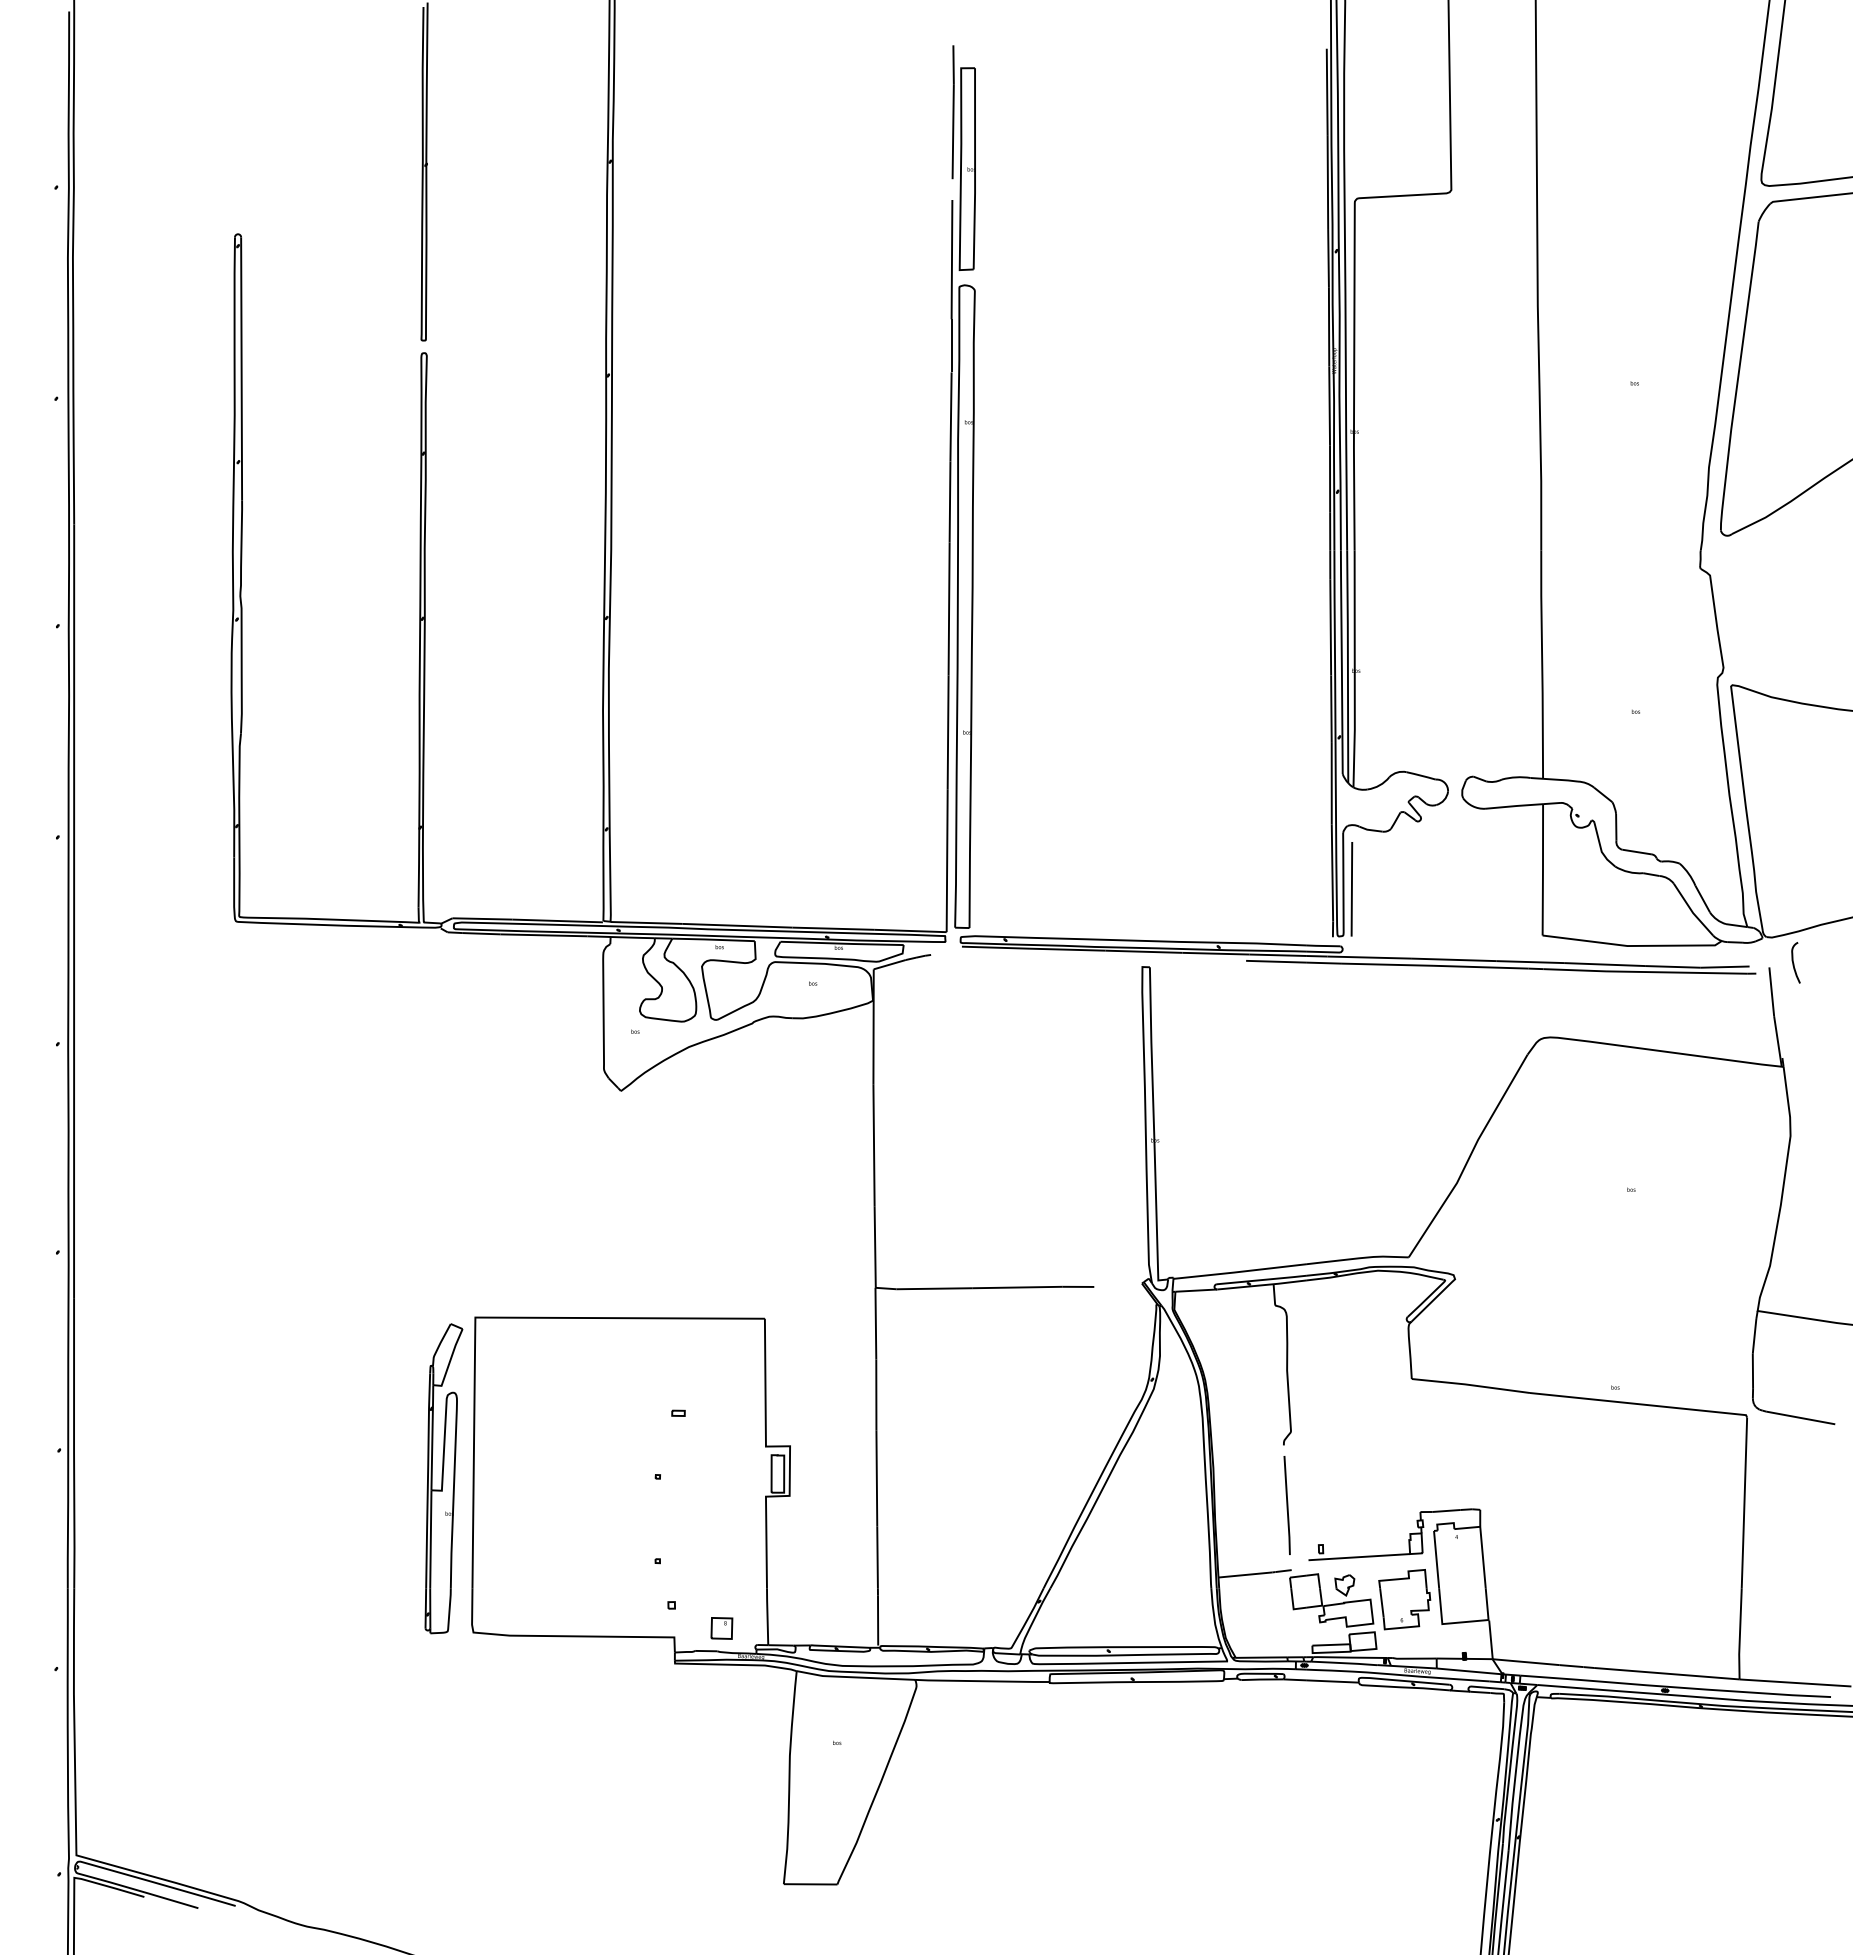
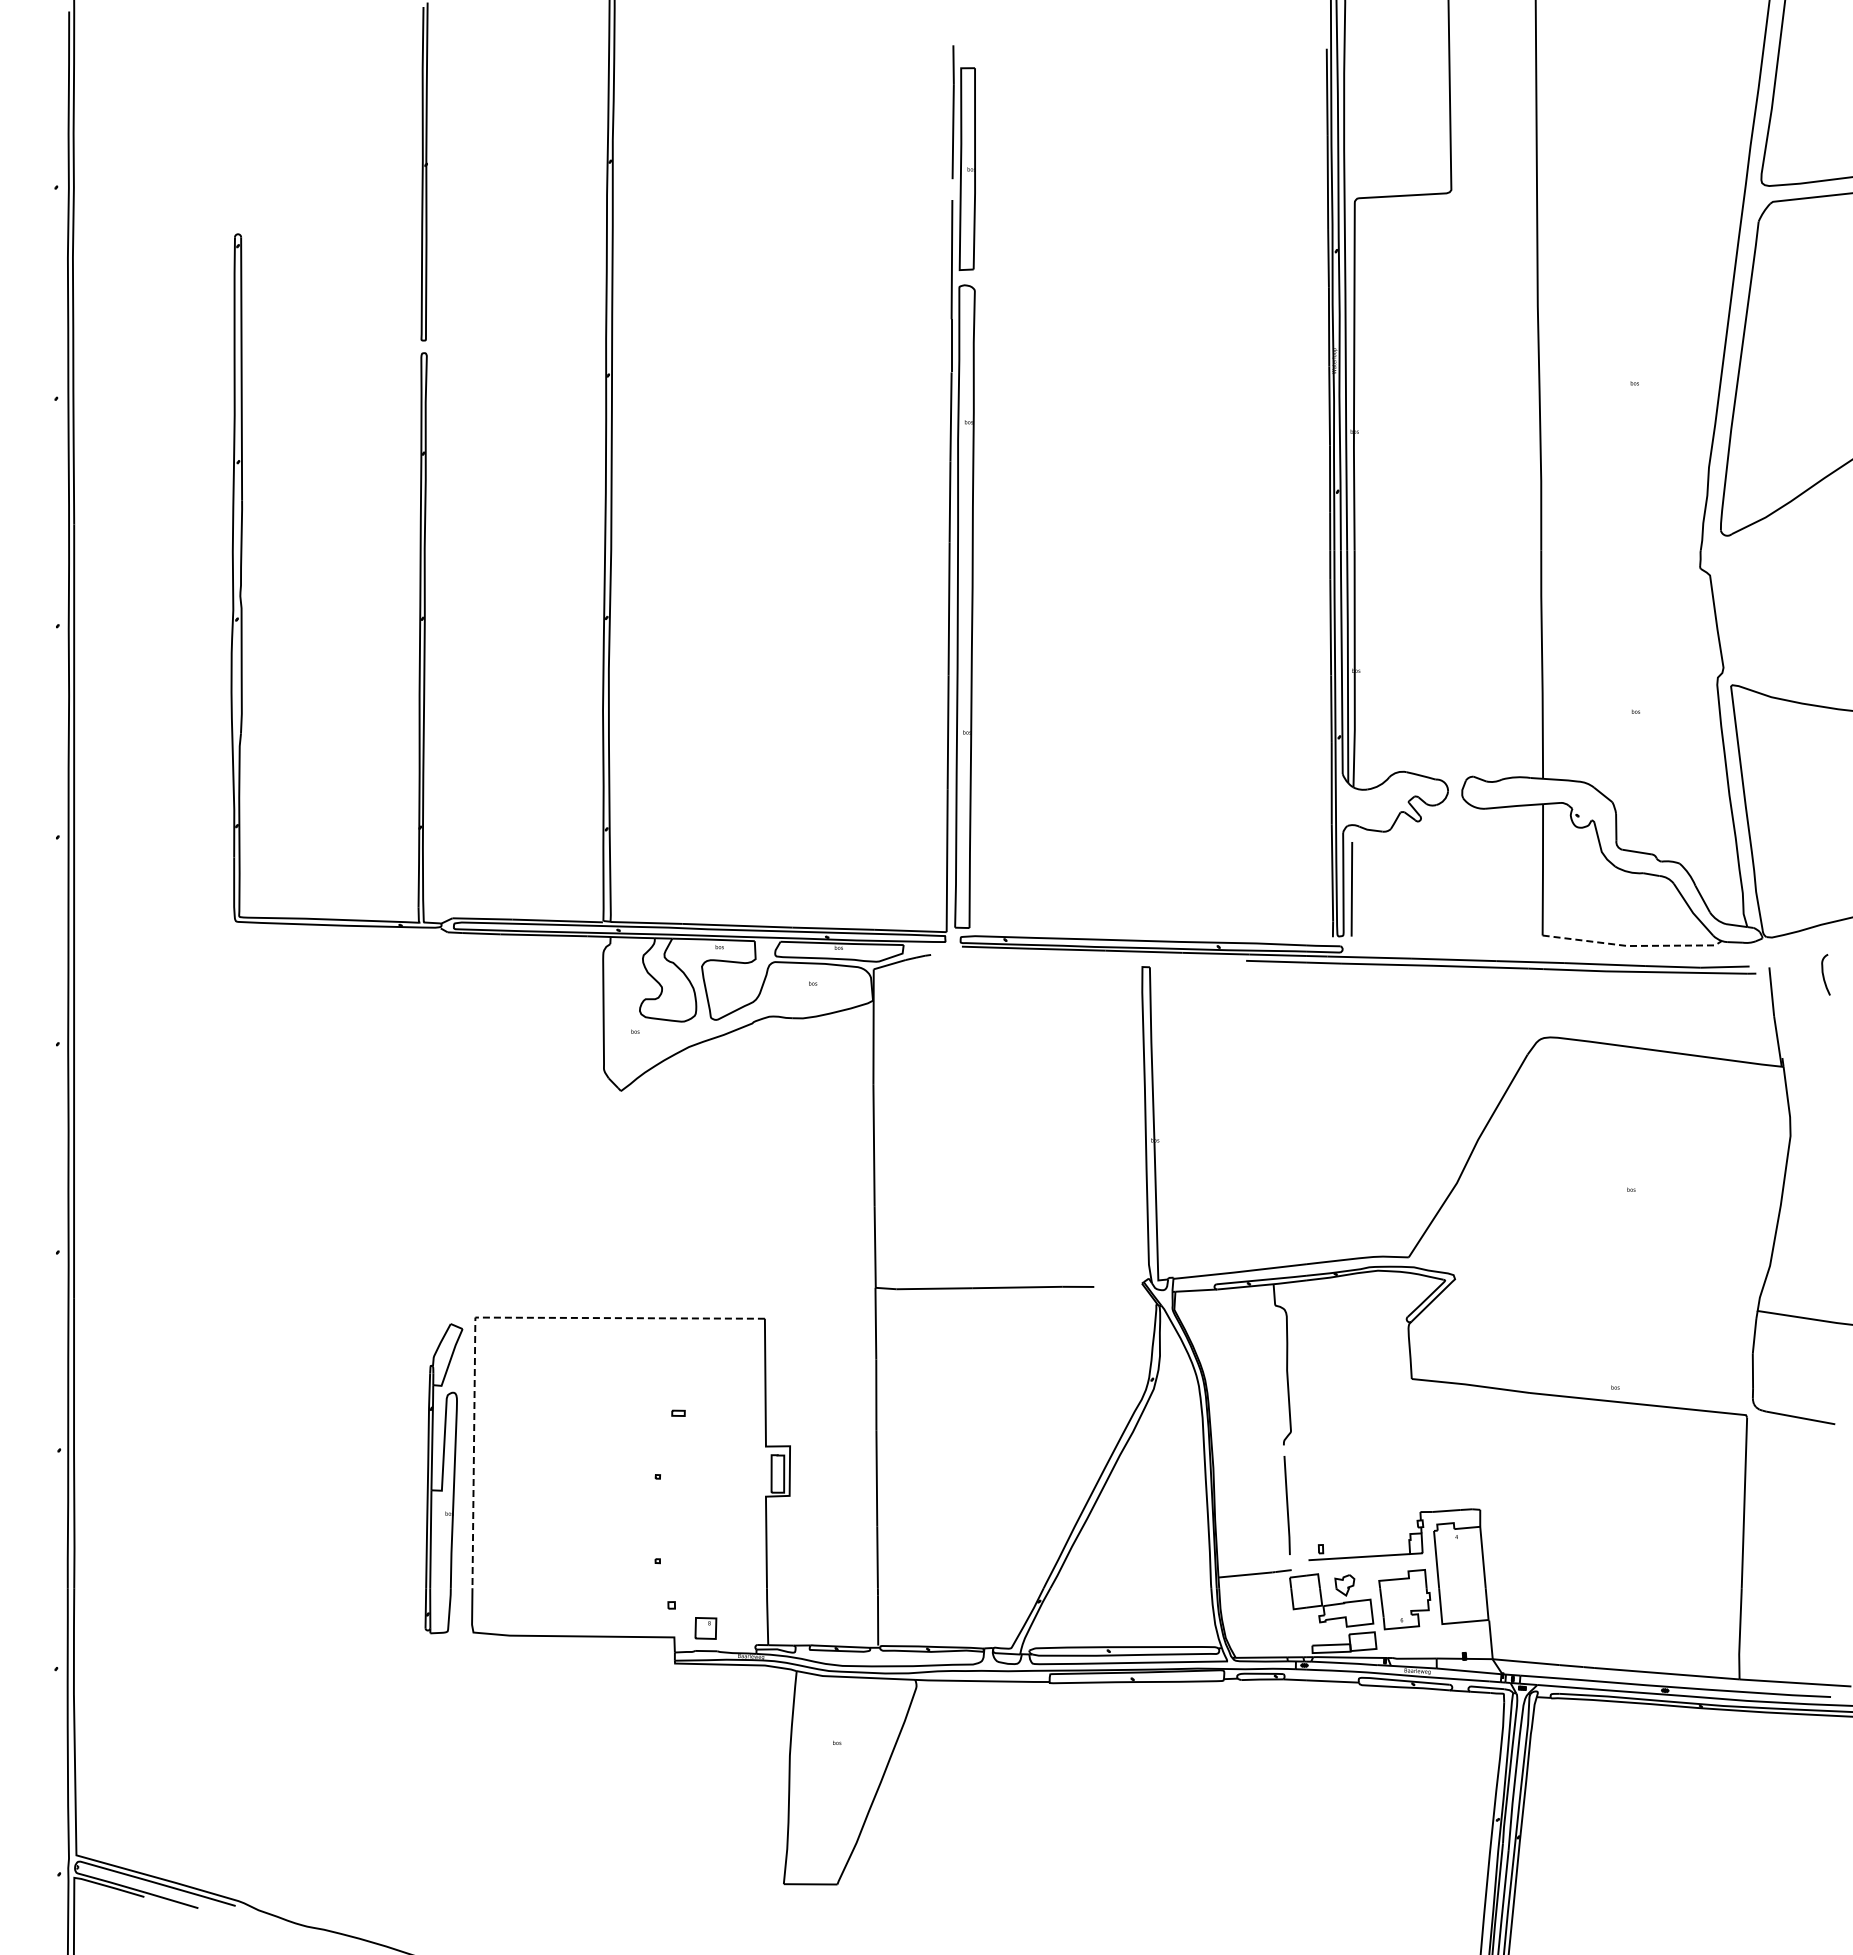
line at (1633, 945): solid -> dashed
curve at (1794, 963) position: (1794, 963) -> (1824, 975)
line at (484, 1317): solid -> dashed
part at (721, 1628) position: (721, 1628) -> (705, 1628)
